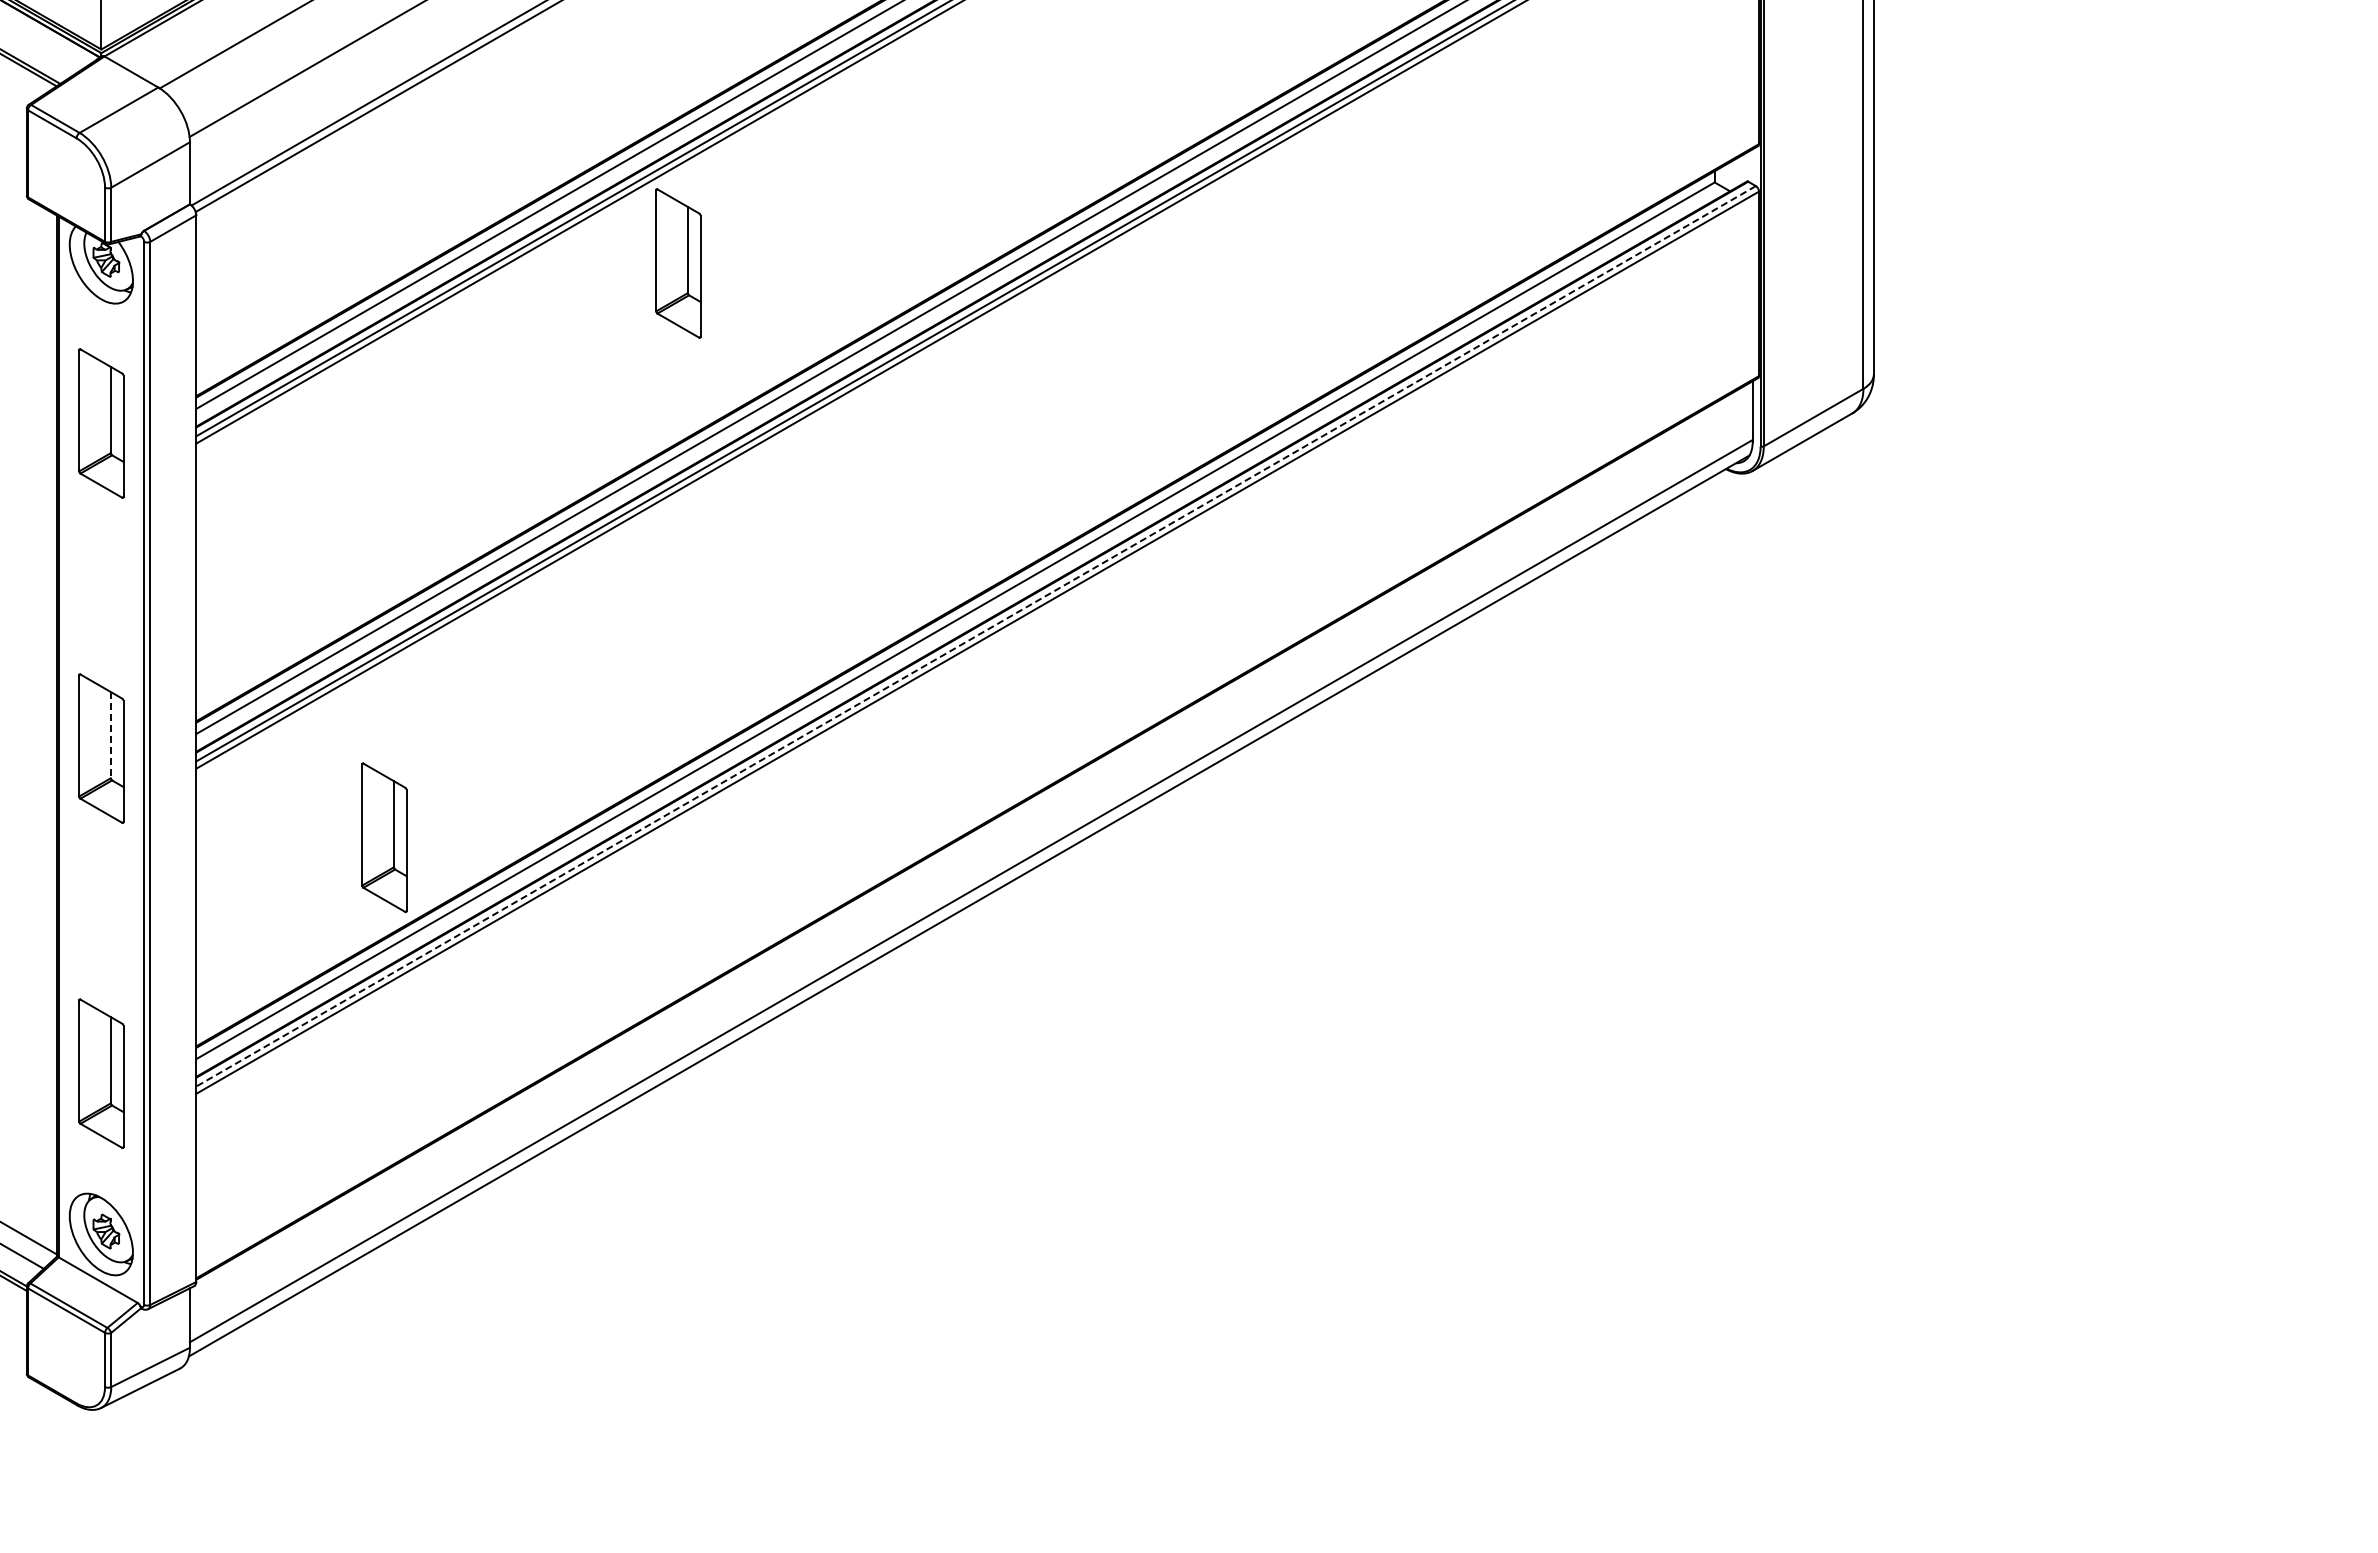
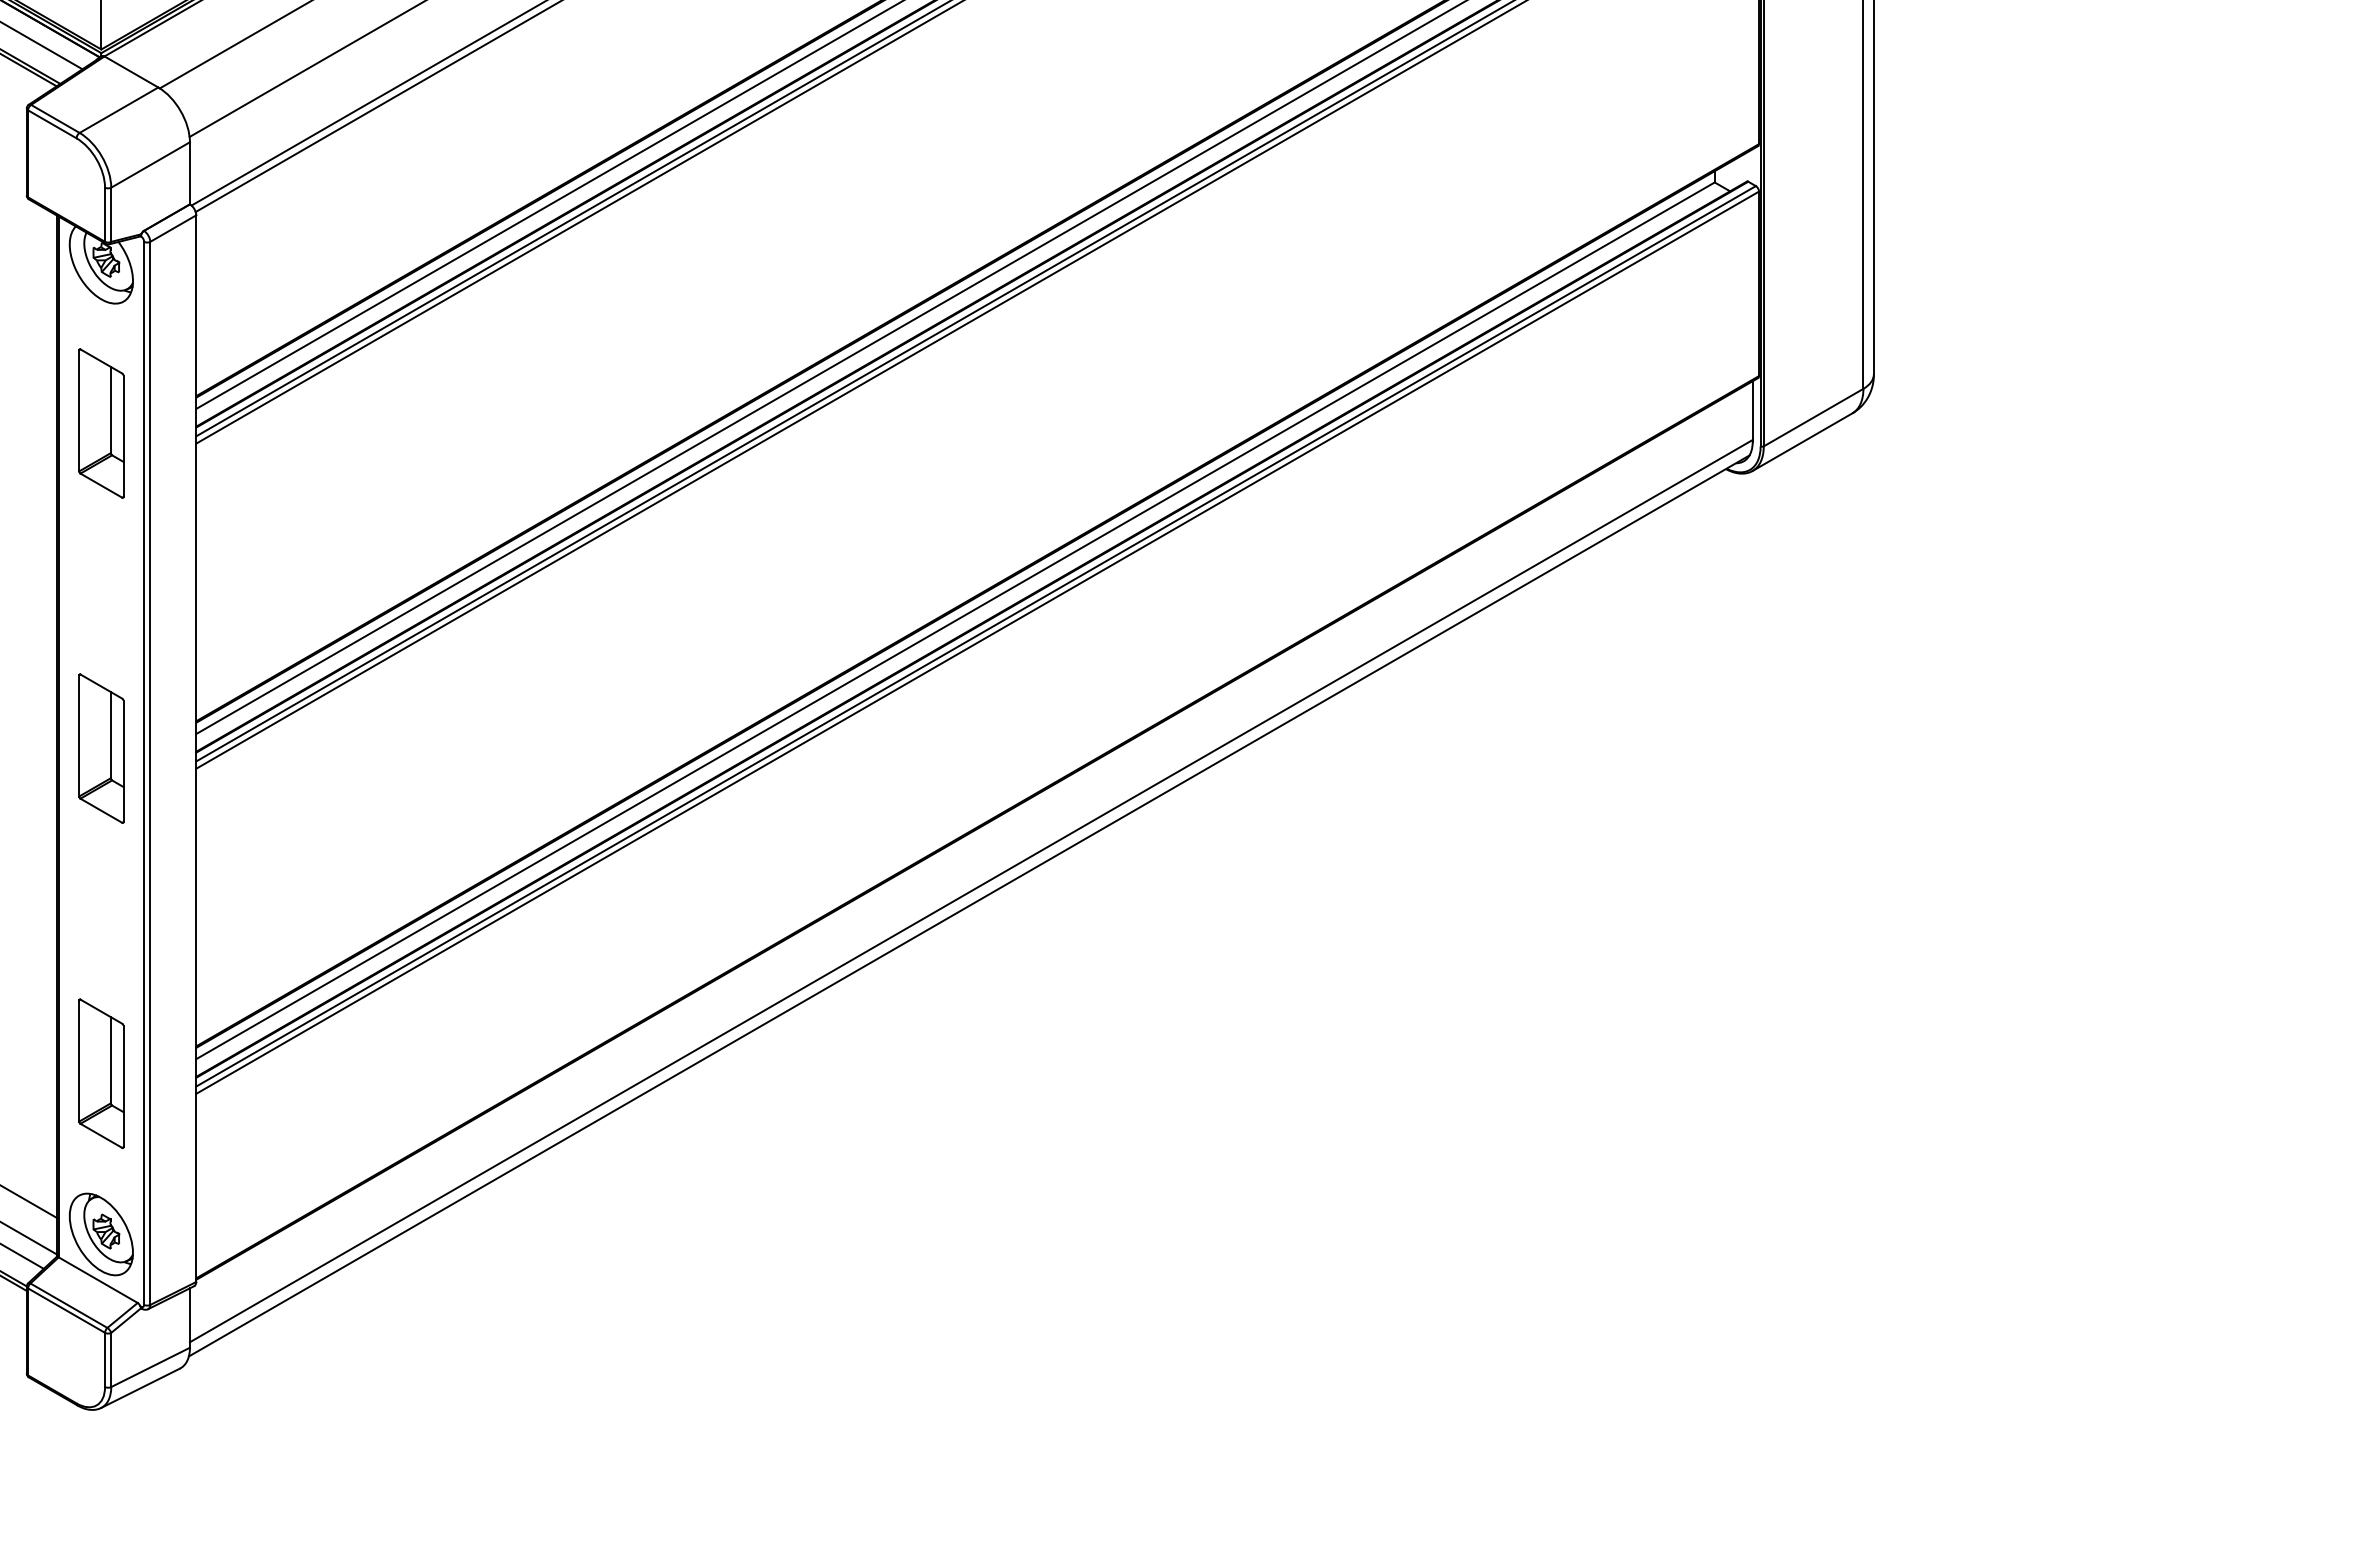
line at (42, 46): none -> present
part at (678, 263): present -> none
line at (975, 636): dashed -> solid
line at (110, 735): dashed -> solid
part at (384, 837): present -> none
line at (29, 1202): none -> present
